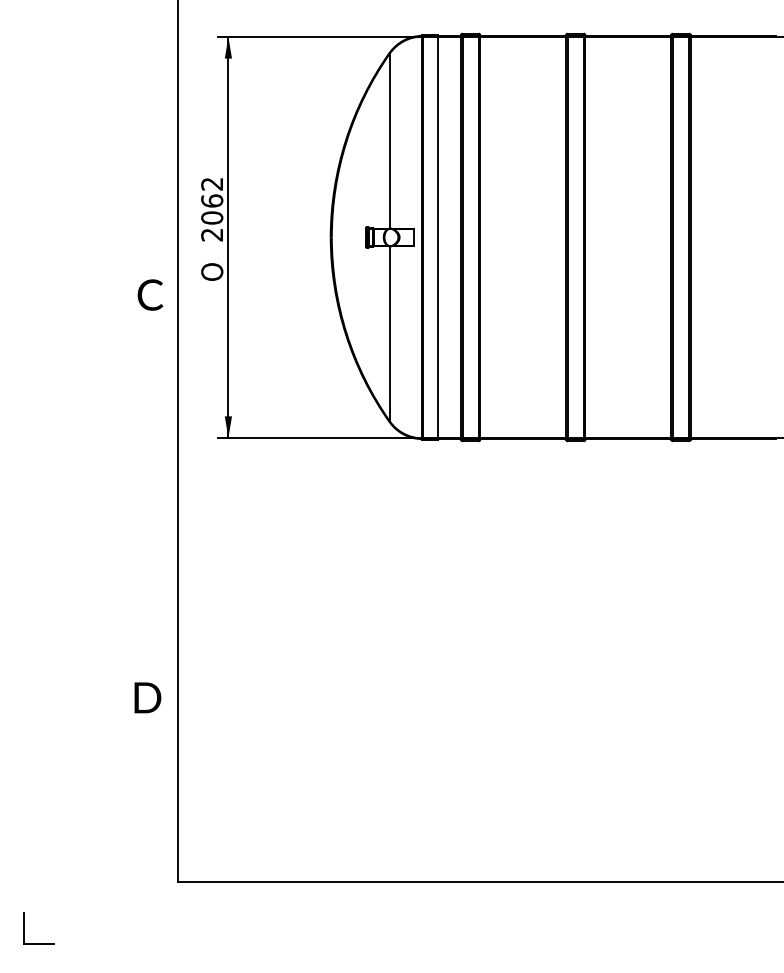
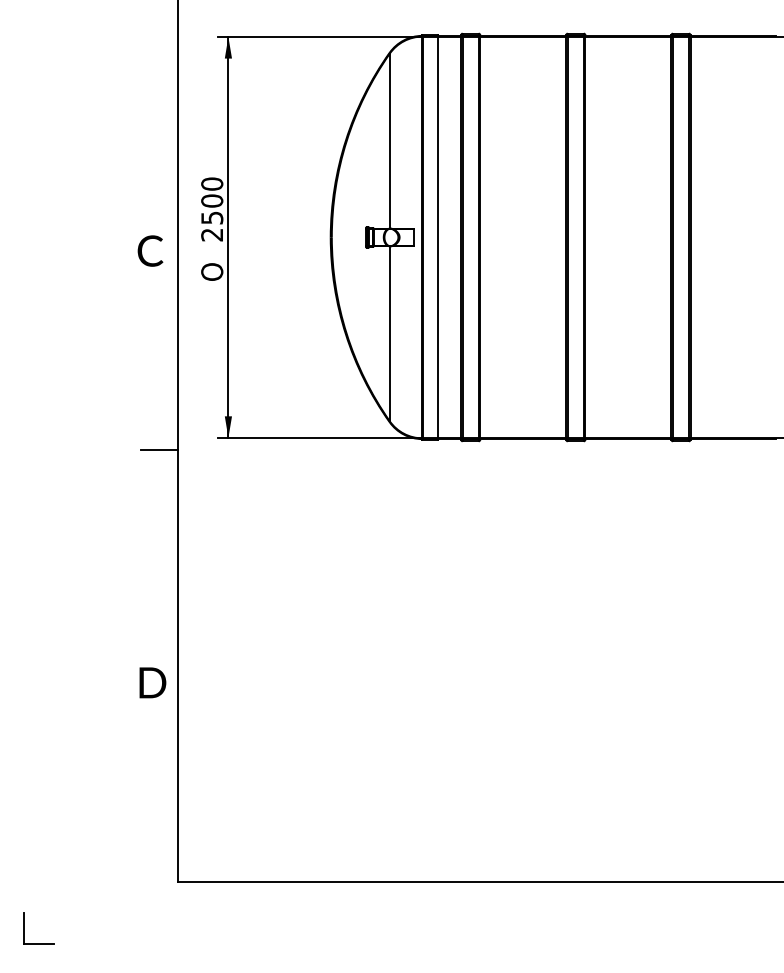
text at (212, 200): 2062 -> 2500
text at (150, 294) position: (150, 294) -> (150, 250)
line at (158, 450): none -> present
text at (147, 697) position: (147, 697) -> (152, 682)
